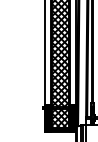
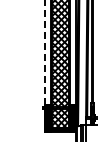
line at (45, 52): solid -> dashed
